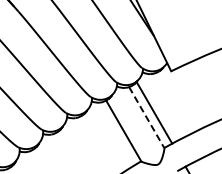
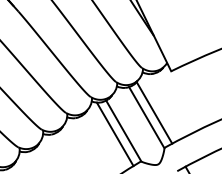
line at (146, 118): dashed -> solid
line at (114, 134): none -> present
